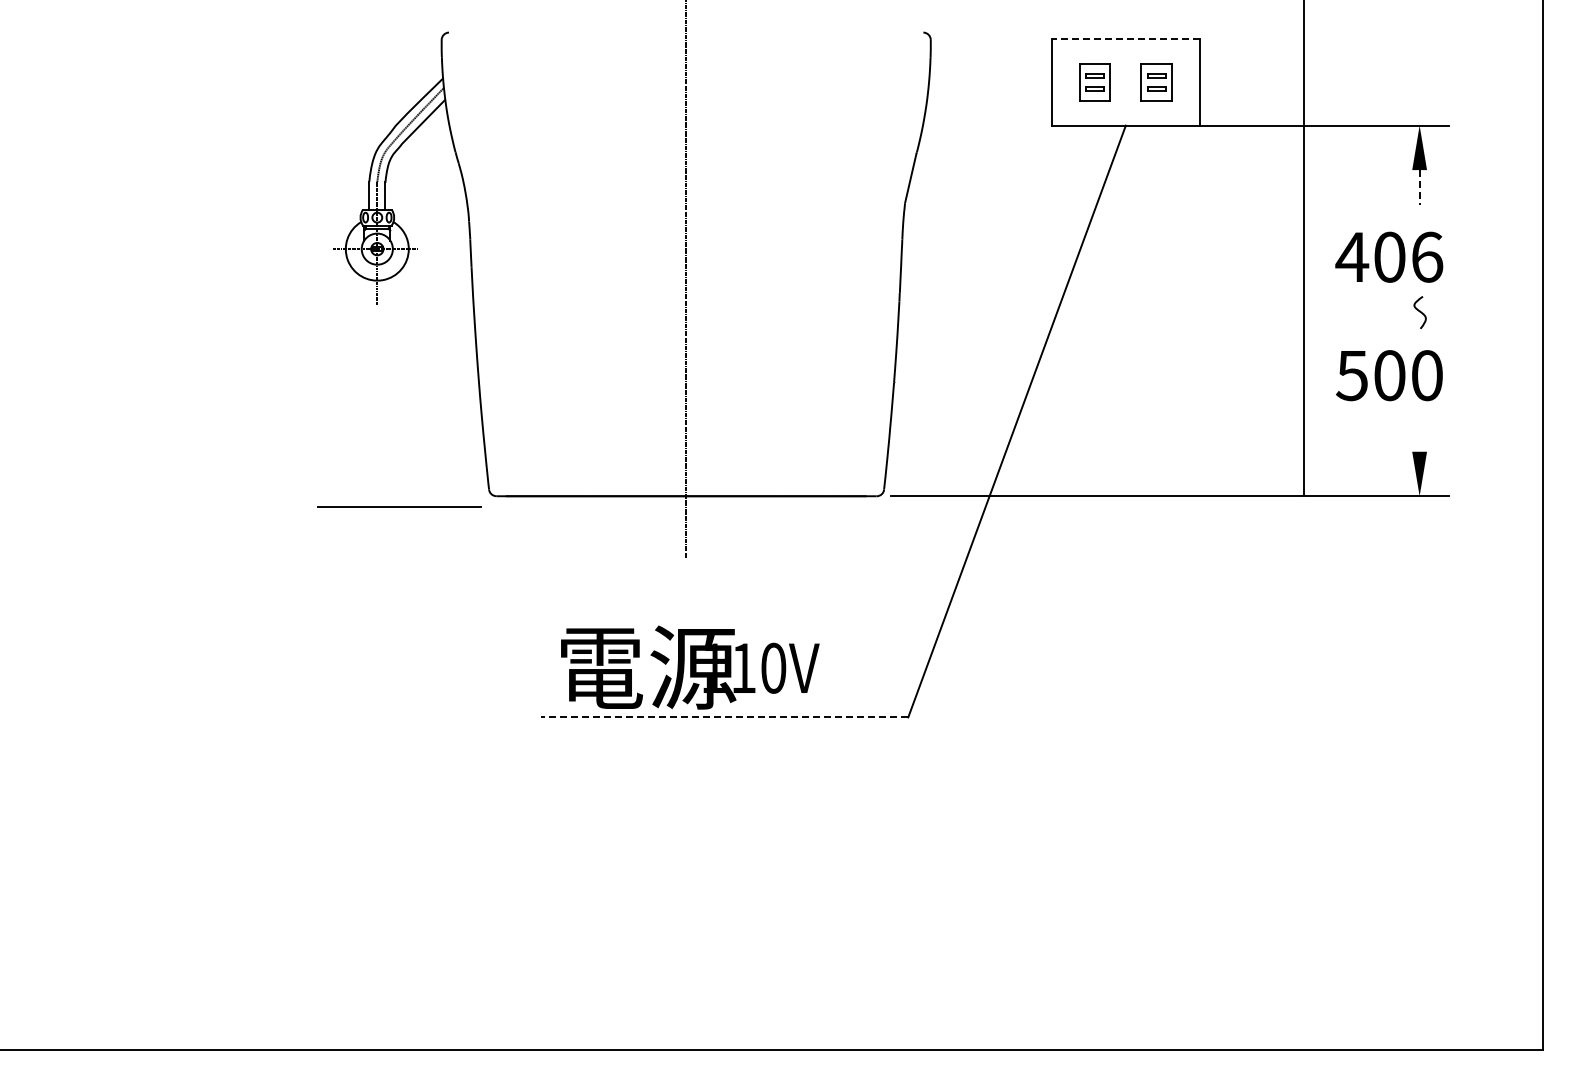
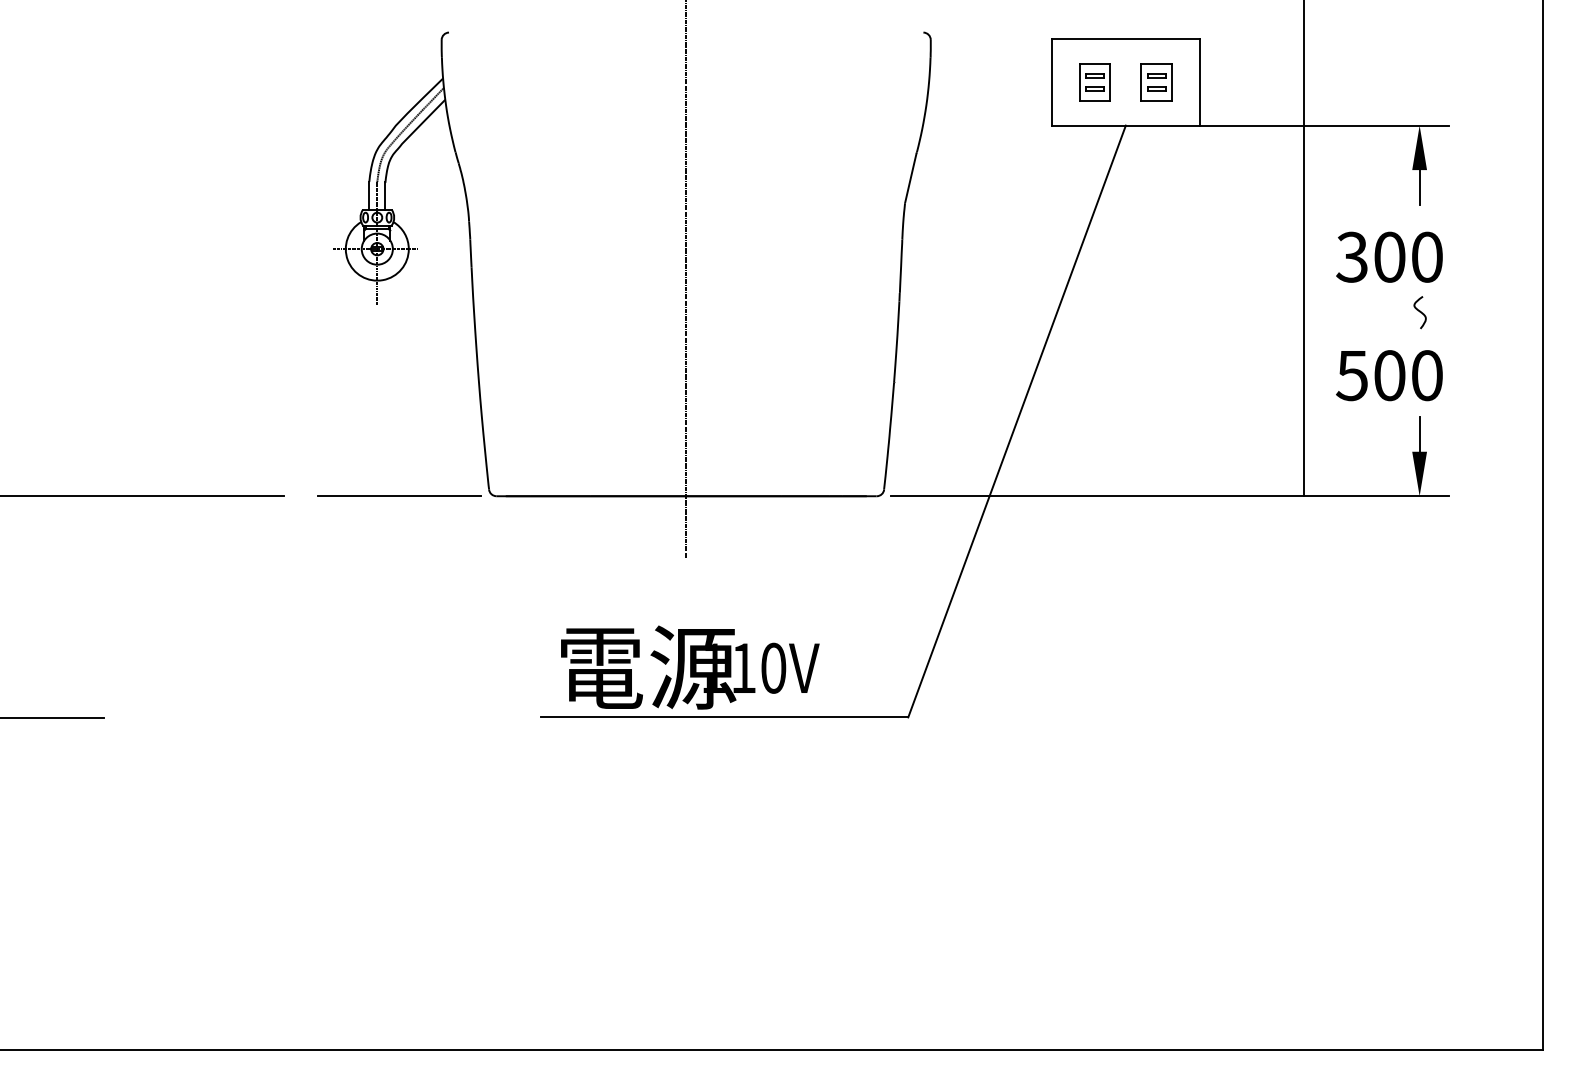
line at (1125, 39): dashed -> solid
line at (1419, 187): dashed -> solid
text at (1389, 256): 406 -> 300
line at (1419, 434): none -> present
line at (142, 496): none -> present
line at (399, 506) position: (399, 506) -> (399, 495)
line at (52, 717): none -> present
line at (724, 717): dashed -> solid
